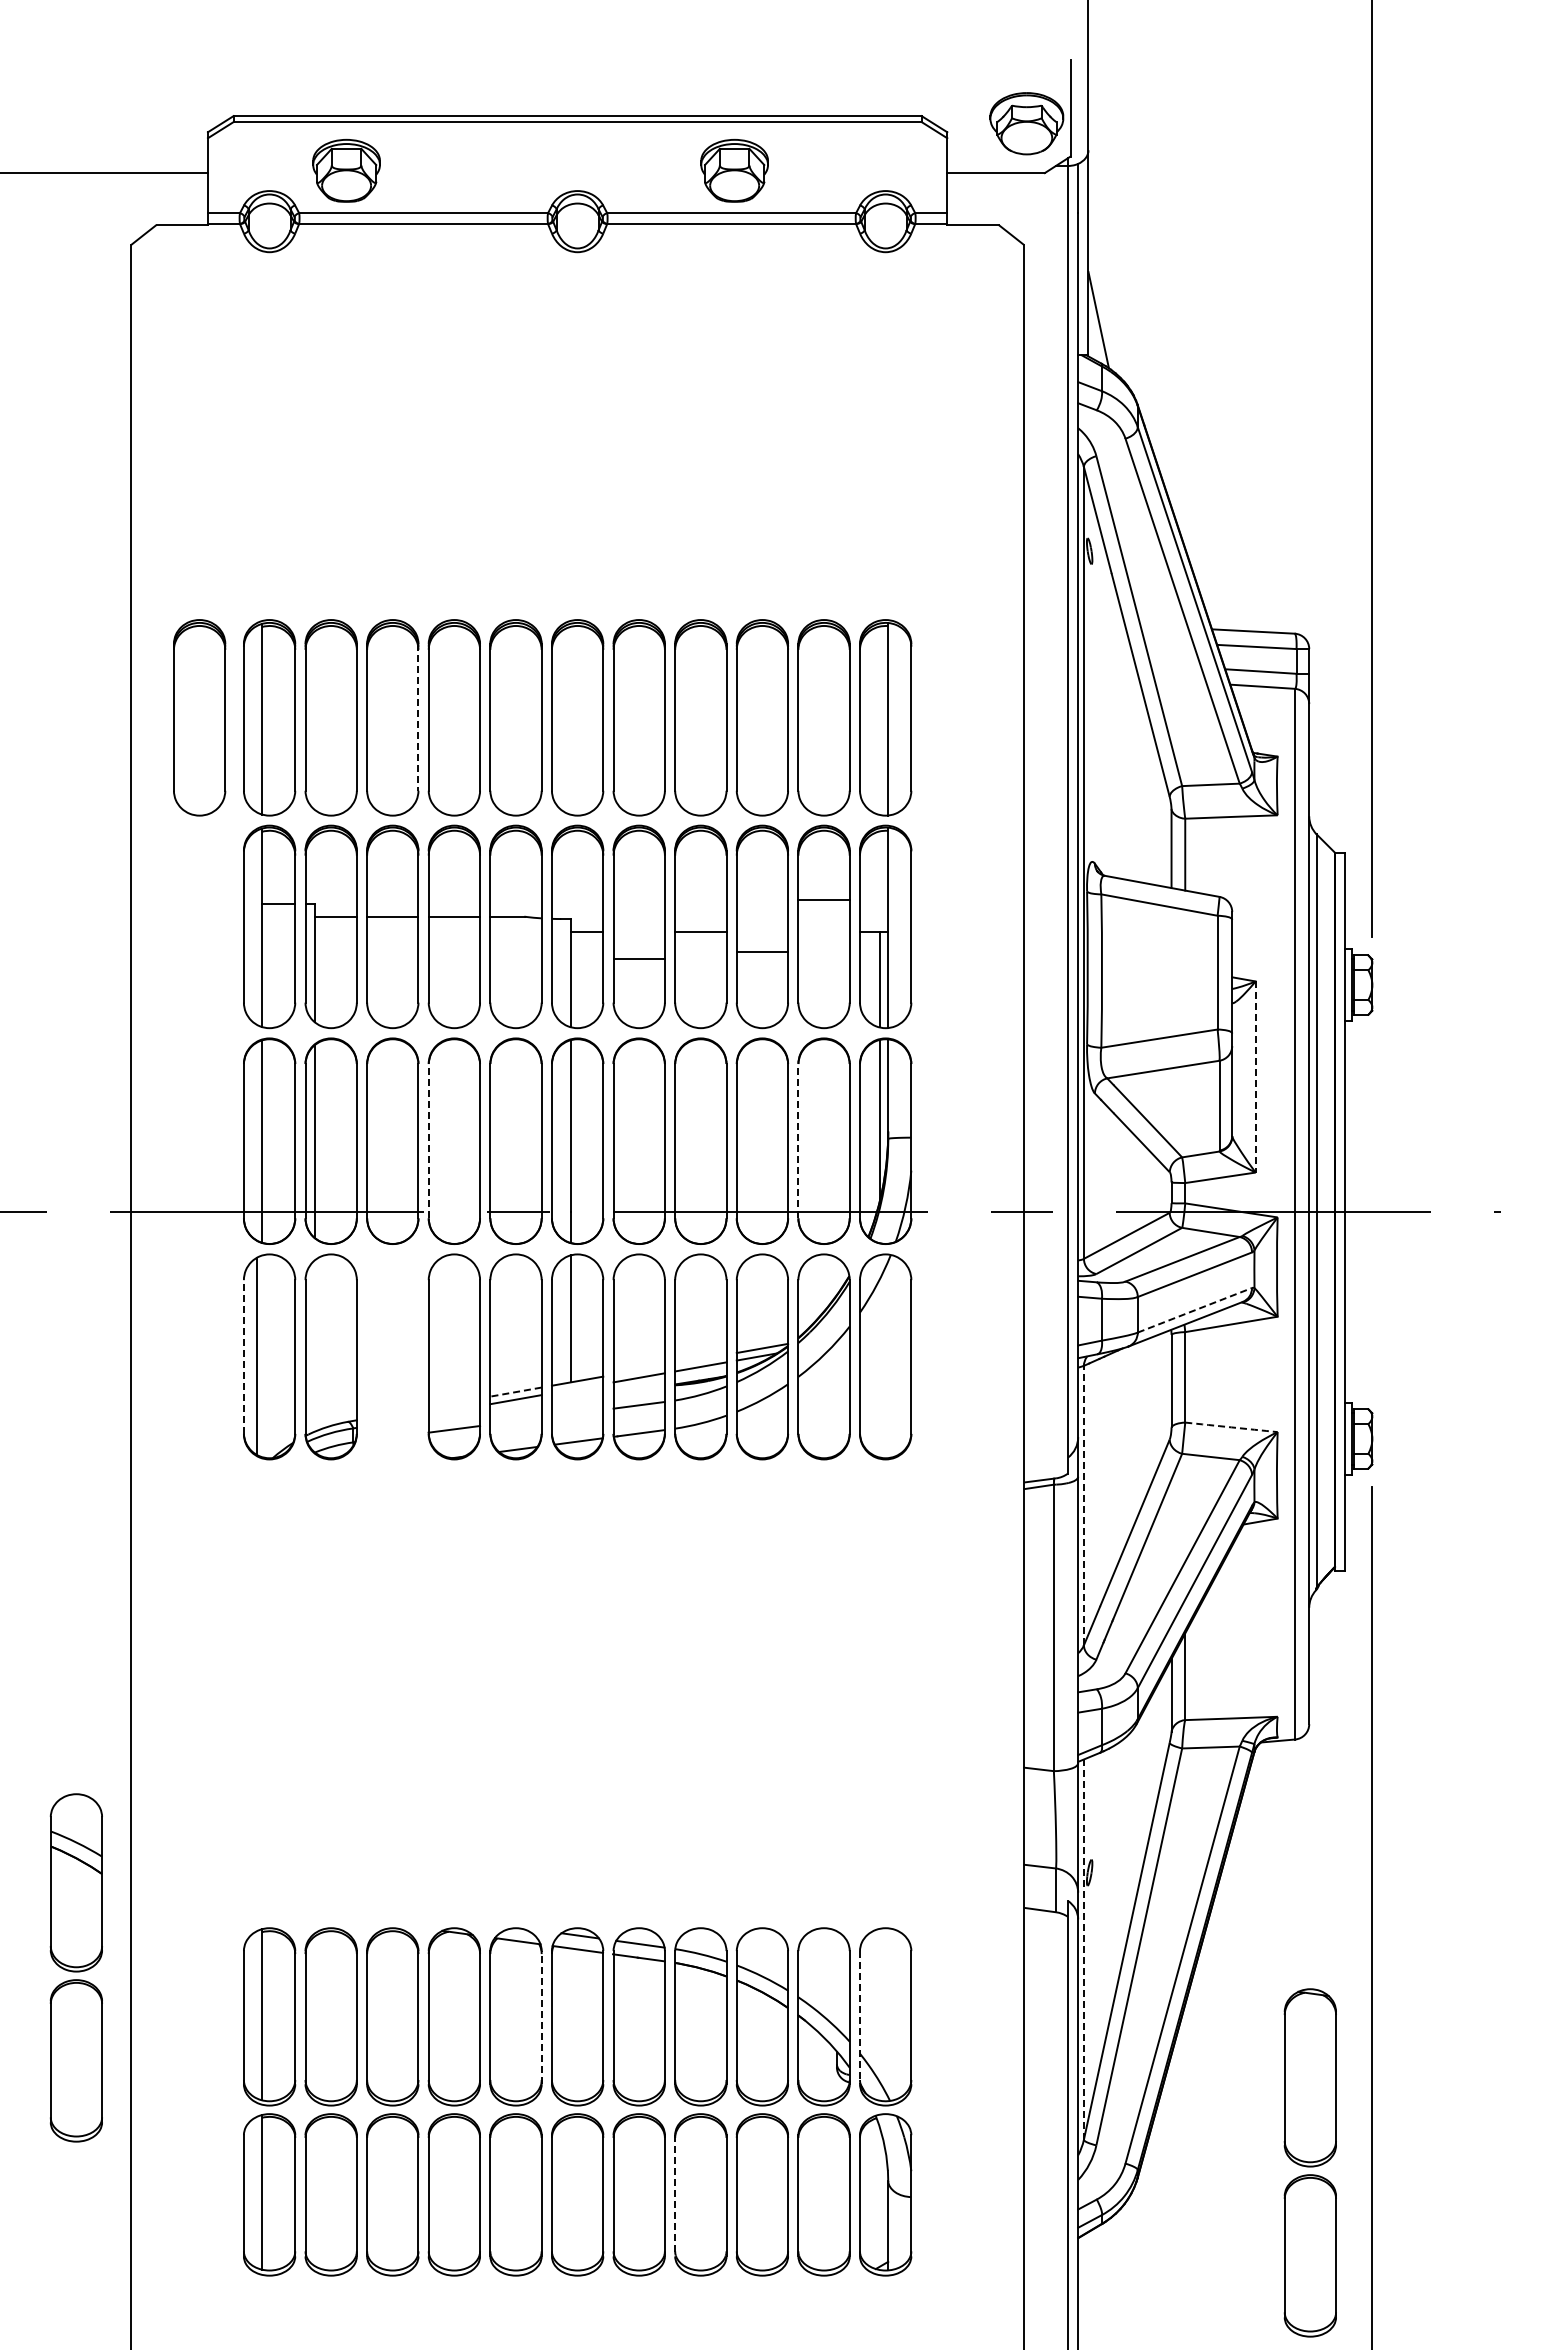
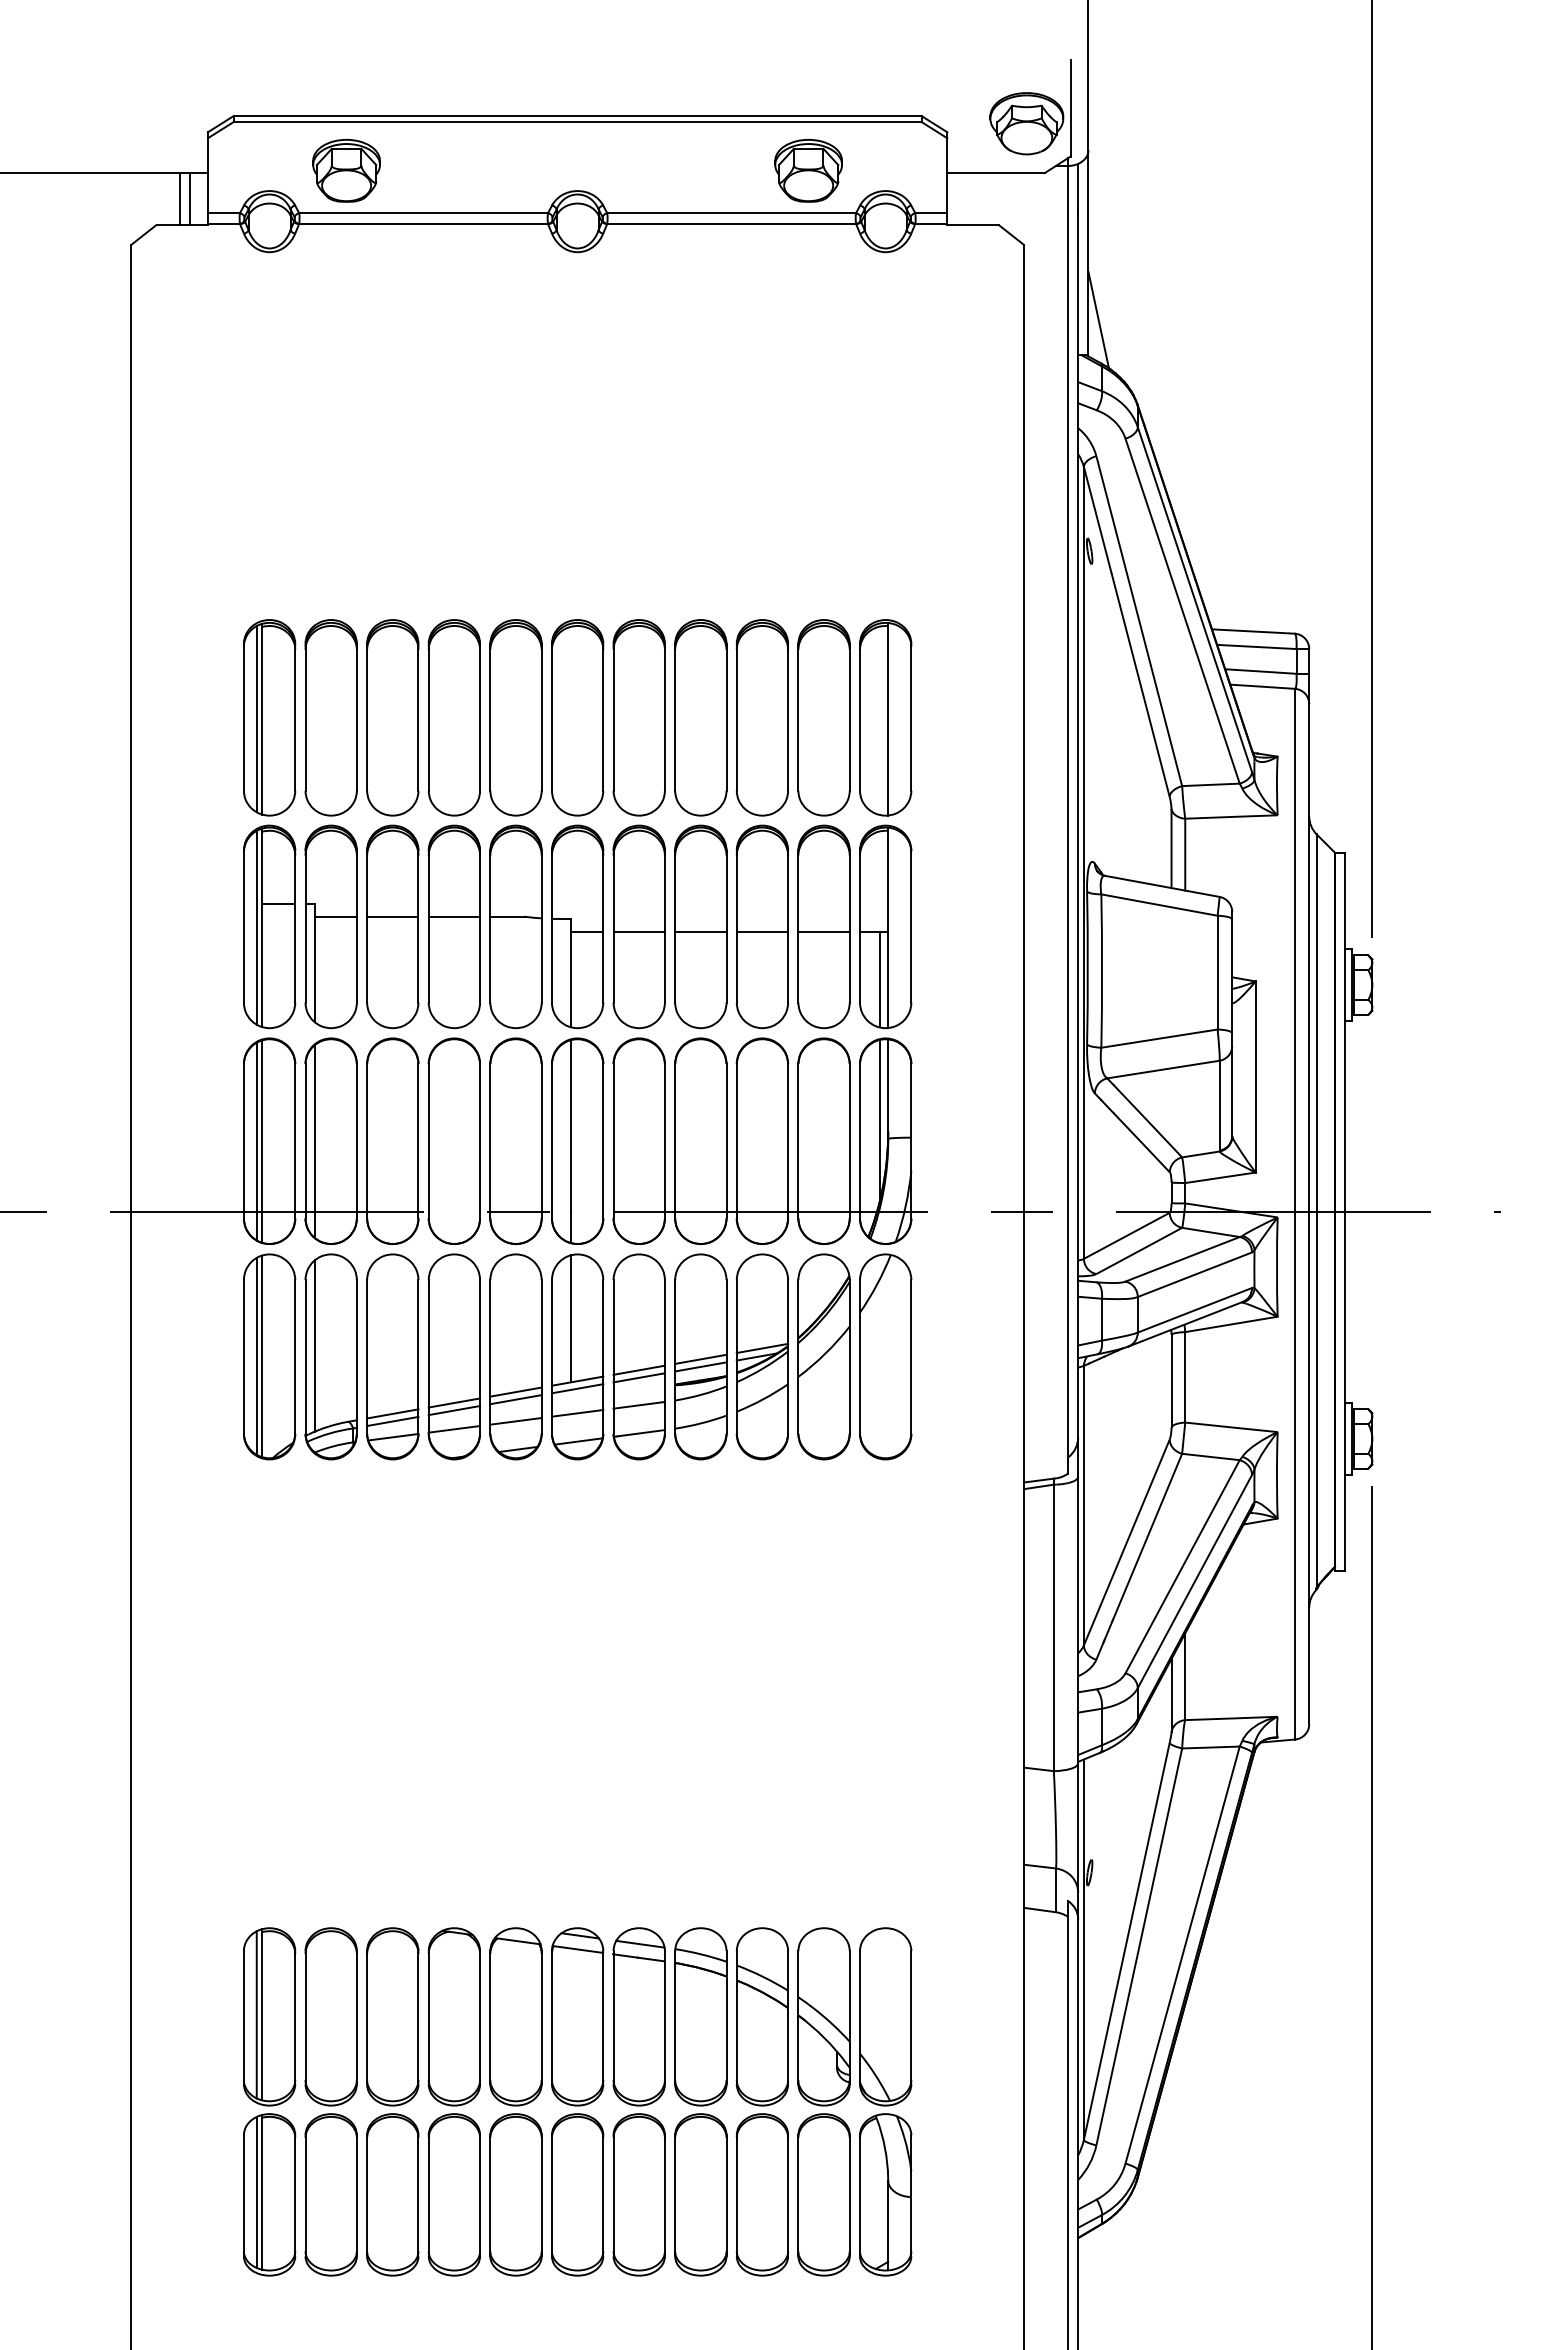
part at (734, 170) position: (734, 170) -> (808, 170)
line at (179, 198): none -> present
line at (190, 198): none -> present
part at (199, 717): present -> none
line at (418, 717): dashed -> solid
line at (256, 719): none -> present
line at (823, 899) position: (823, 899) -> (823, 931)
line at (256, 927): none -> present
line at (762, 951) position: (762, 951) -> (762, 931)
line at (638, 958) position: (638, 958) -> (638, 931)
line at (1255, 1077): dashed -> solid
line at (428, 1140): dashed -> solid
line at (798, 1140): dashed -> solid
line at (256, 1141): none -> present
line at (1195, 1310): dashed -> solid
line at (314, 1345): none -> present
line at (261, 1356): none -> present
part at (392, 1356): none -> present
line at (243, 1357): dashed -> solid
line at (700, 1358): none -> present
line at (638, 1369): none -> present
line at (577, 1388): none -> present
line at (515, 1392): dashed -> solid
line at (454, 1402): none -> present
line at (454, 1410): none -> present
line at (577, 1413): none -> present
line at (515, 1421): none -> present
arc at (1231, 1427): dashed -> solid
line at (1083, 1505): dashed -> solid
line at (1083, 1949): dashed -> solid
part at (75, 1967): present -> none
line at (256, 2014): none -> present
line at (541, 2017): dashed -> solid
line at (860, 2017): dashed -> solid
part at (1309, 2162): present -> none
line at (256, 2191): none -> present
line at (675, 2195): dashed -> solid
